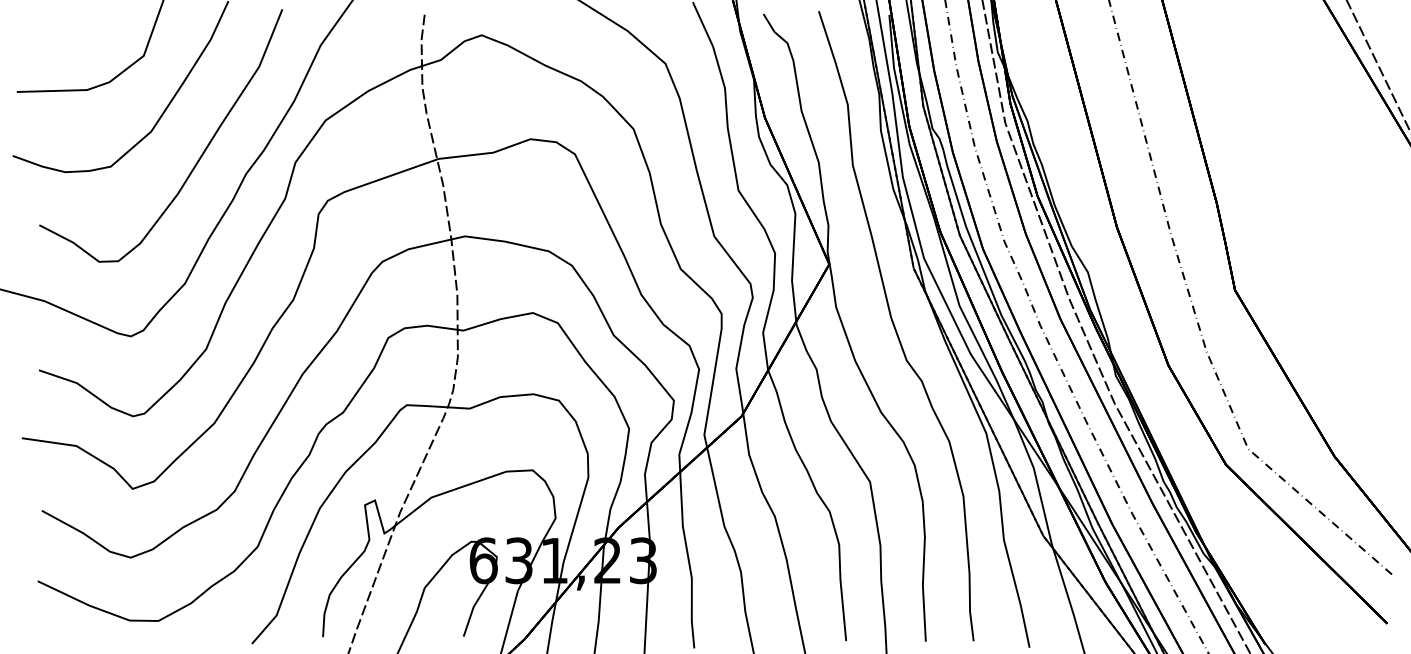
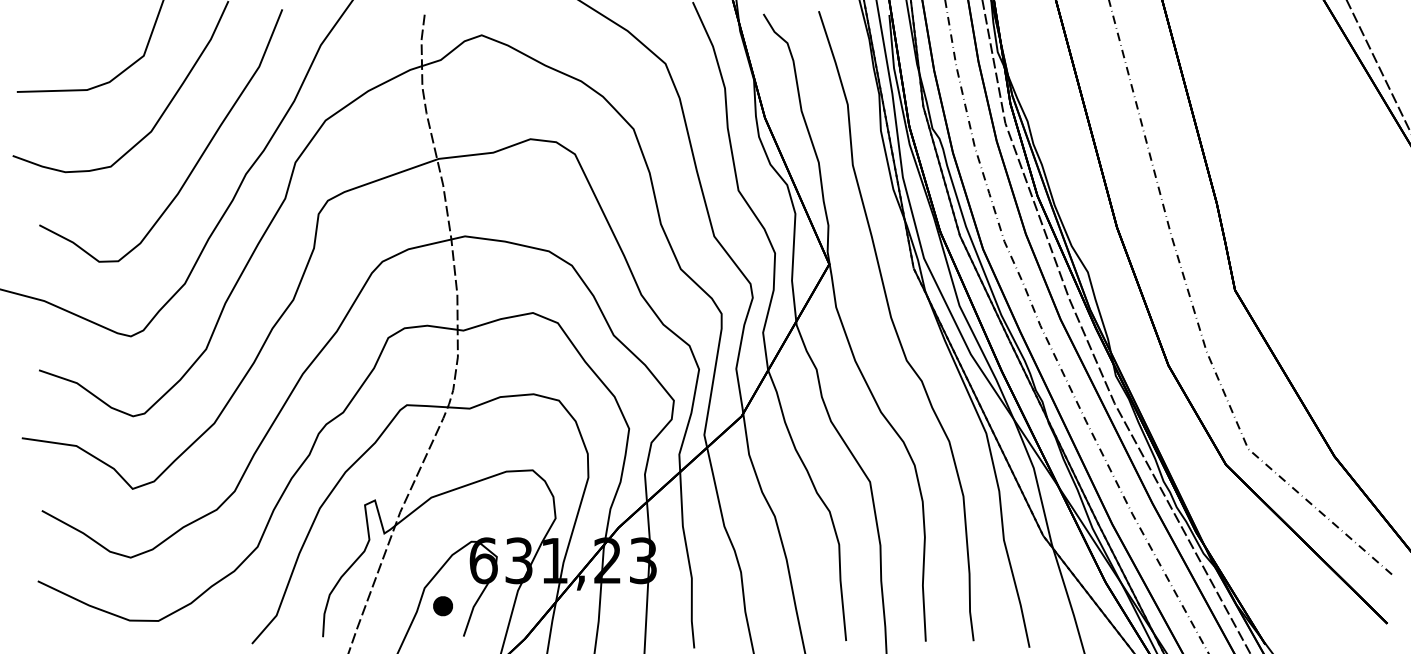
part at (442, 606): none -> present
